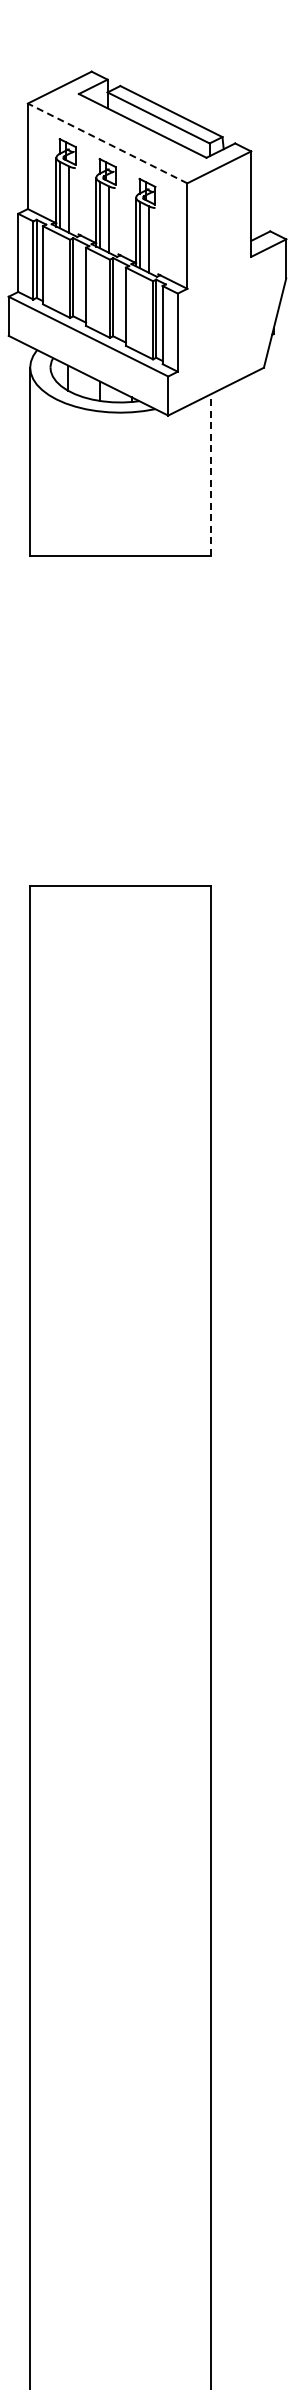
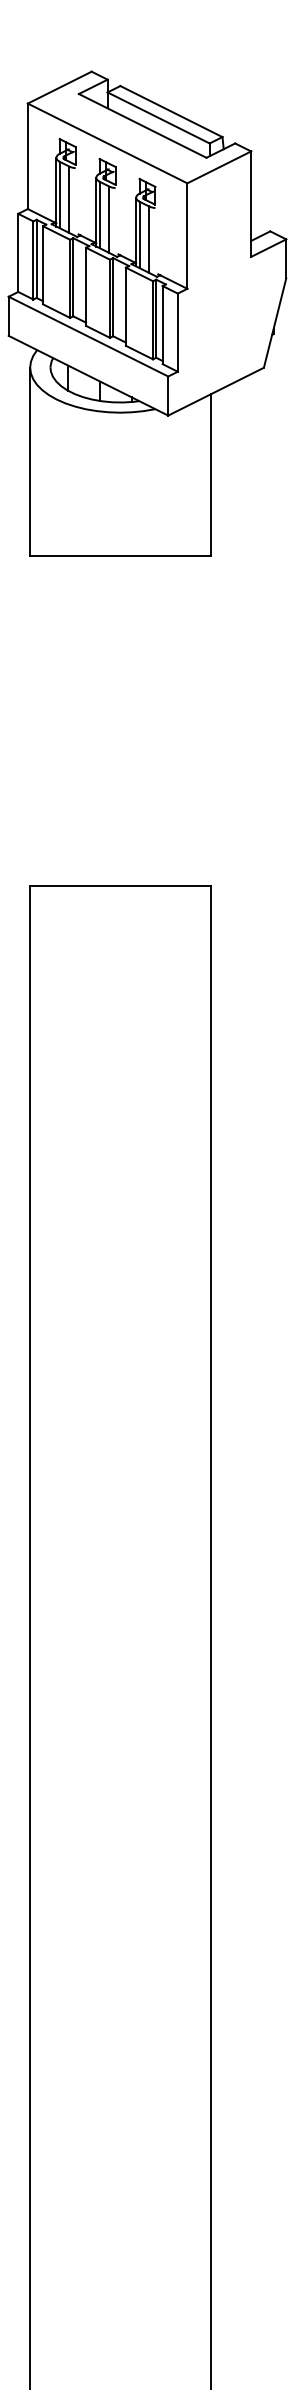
line at (107, 143): dashed -> solid
line at (210, 475): dashed -> solid
